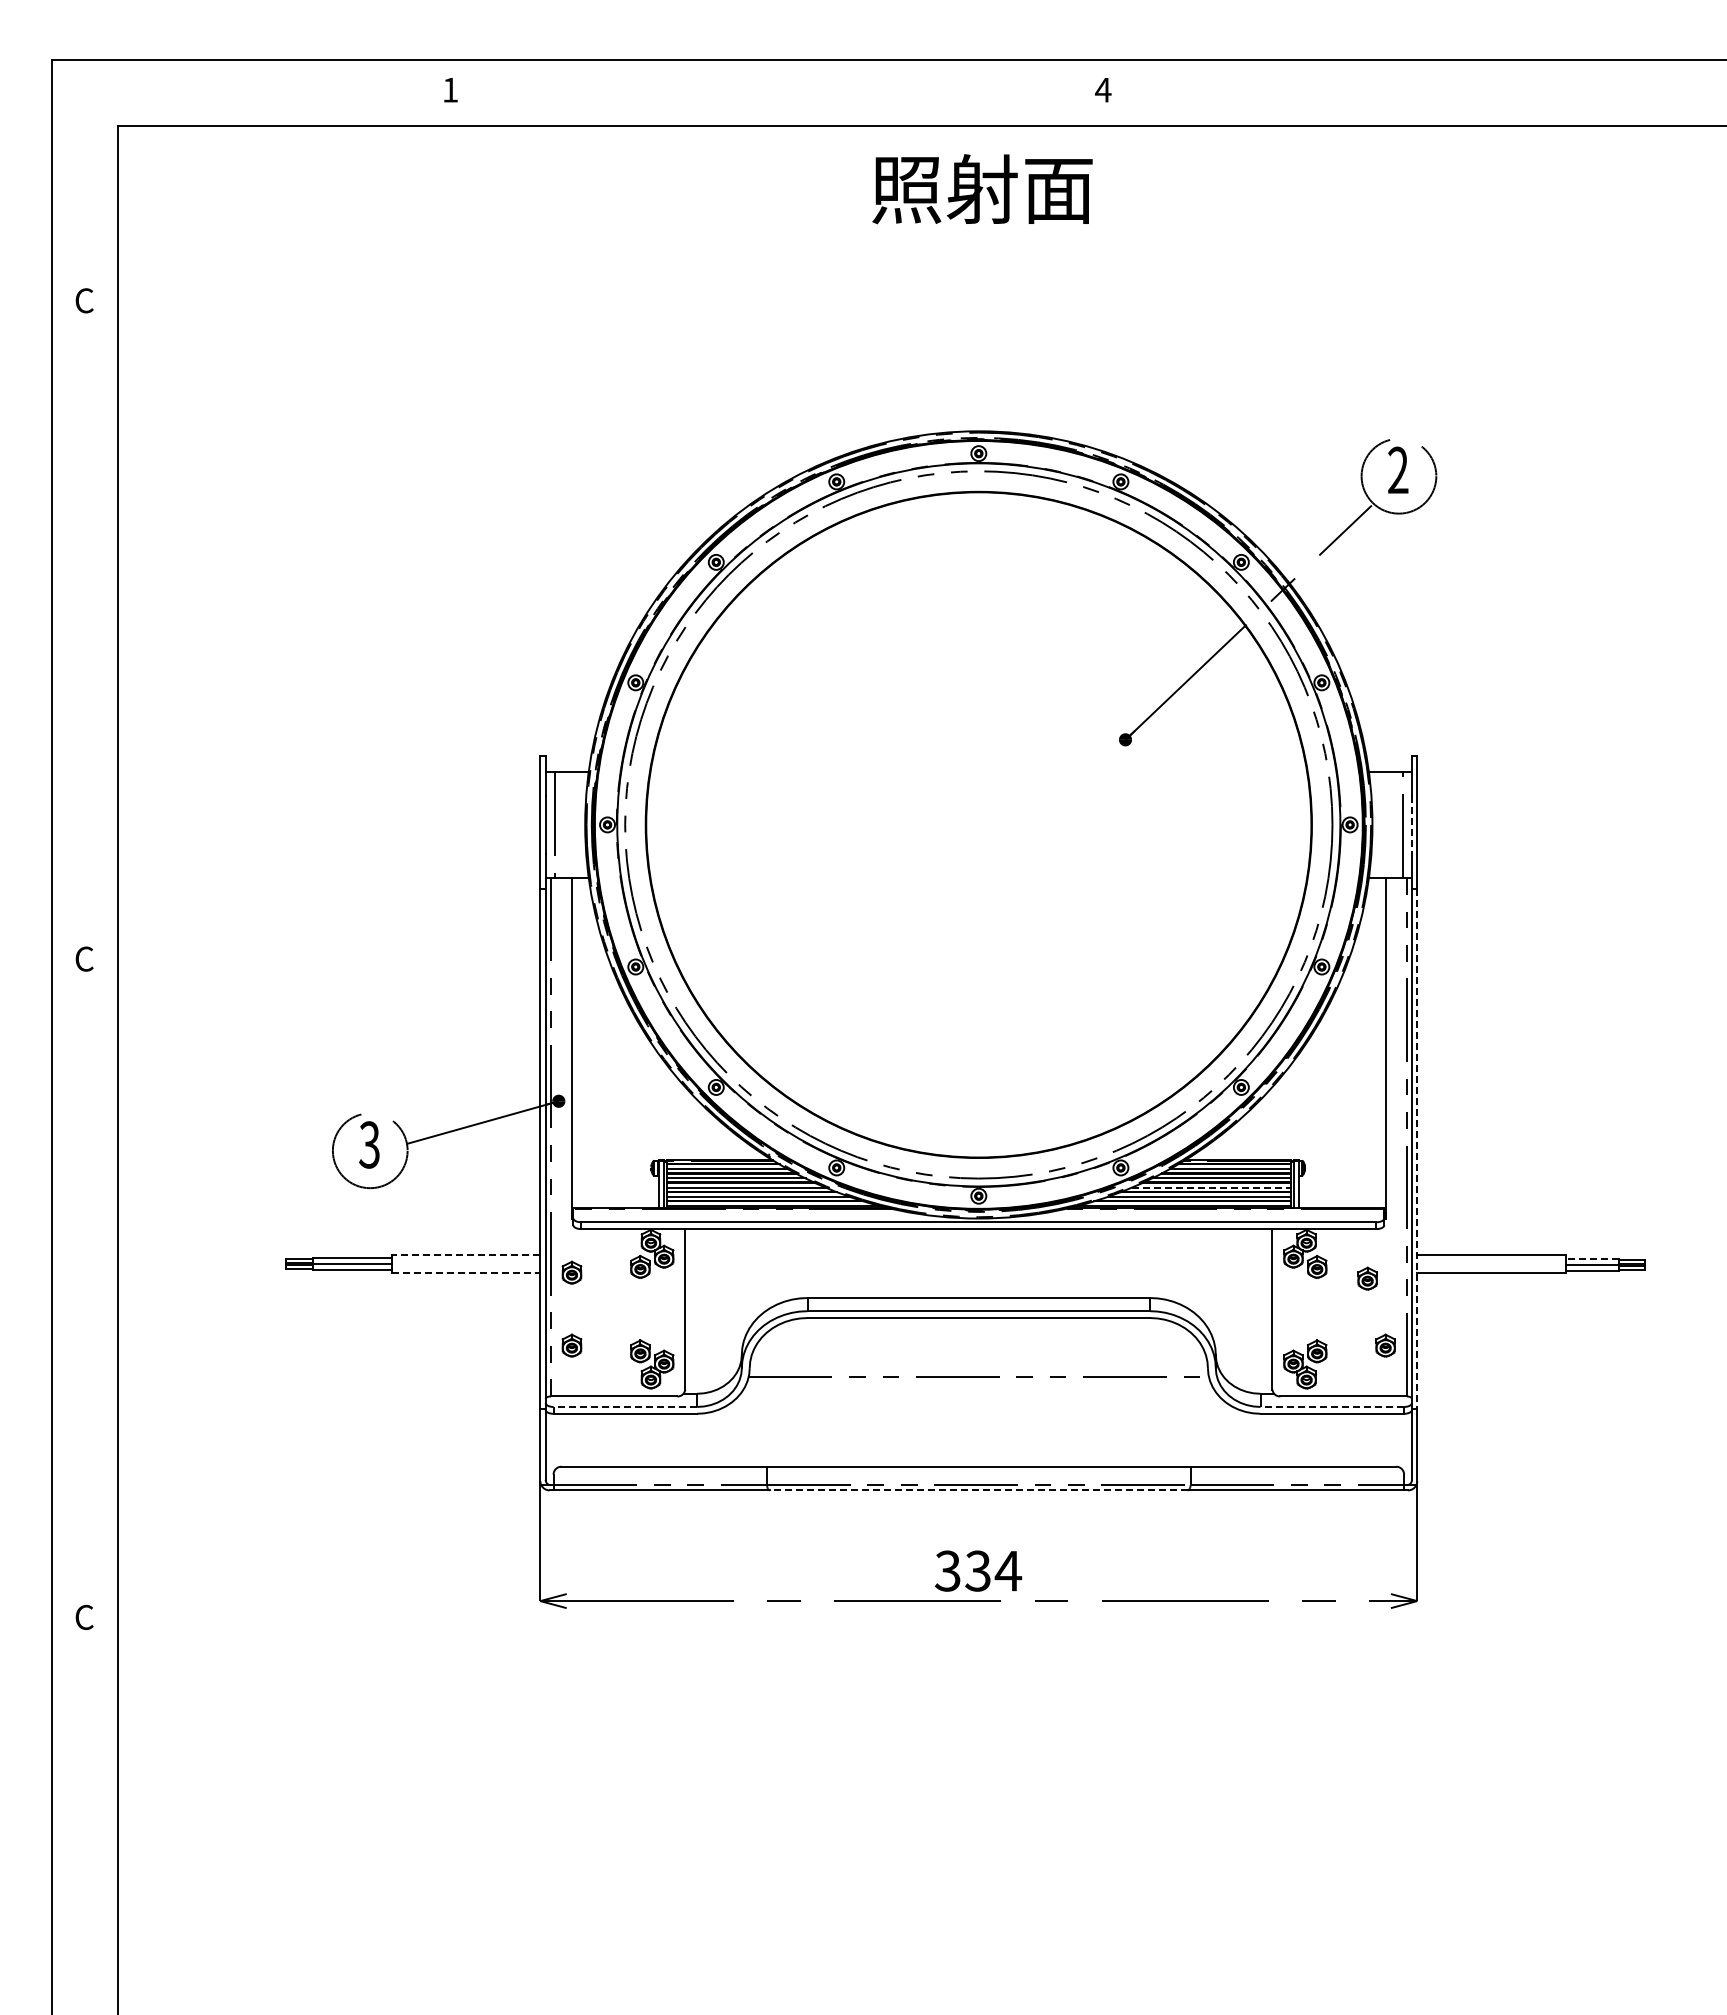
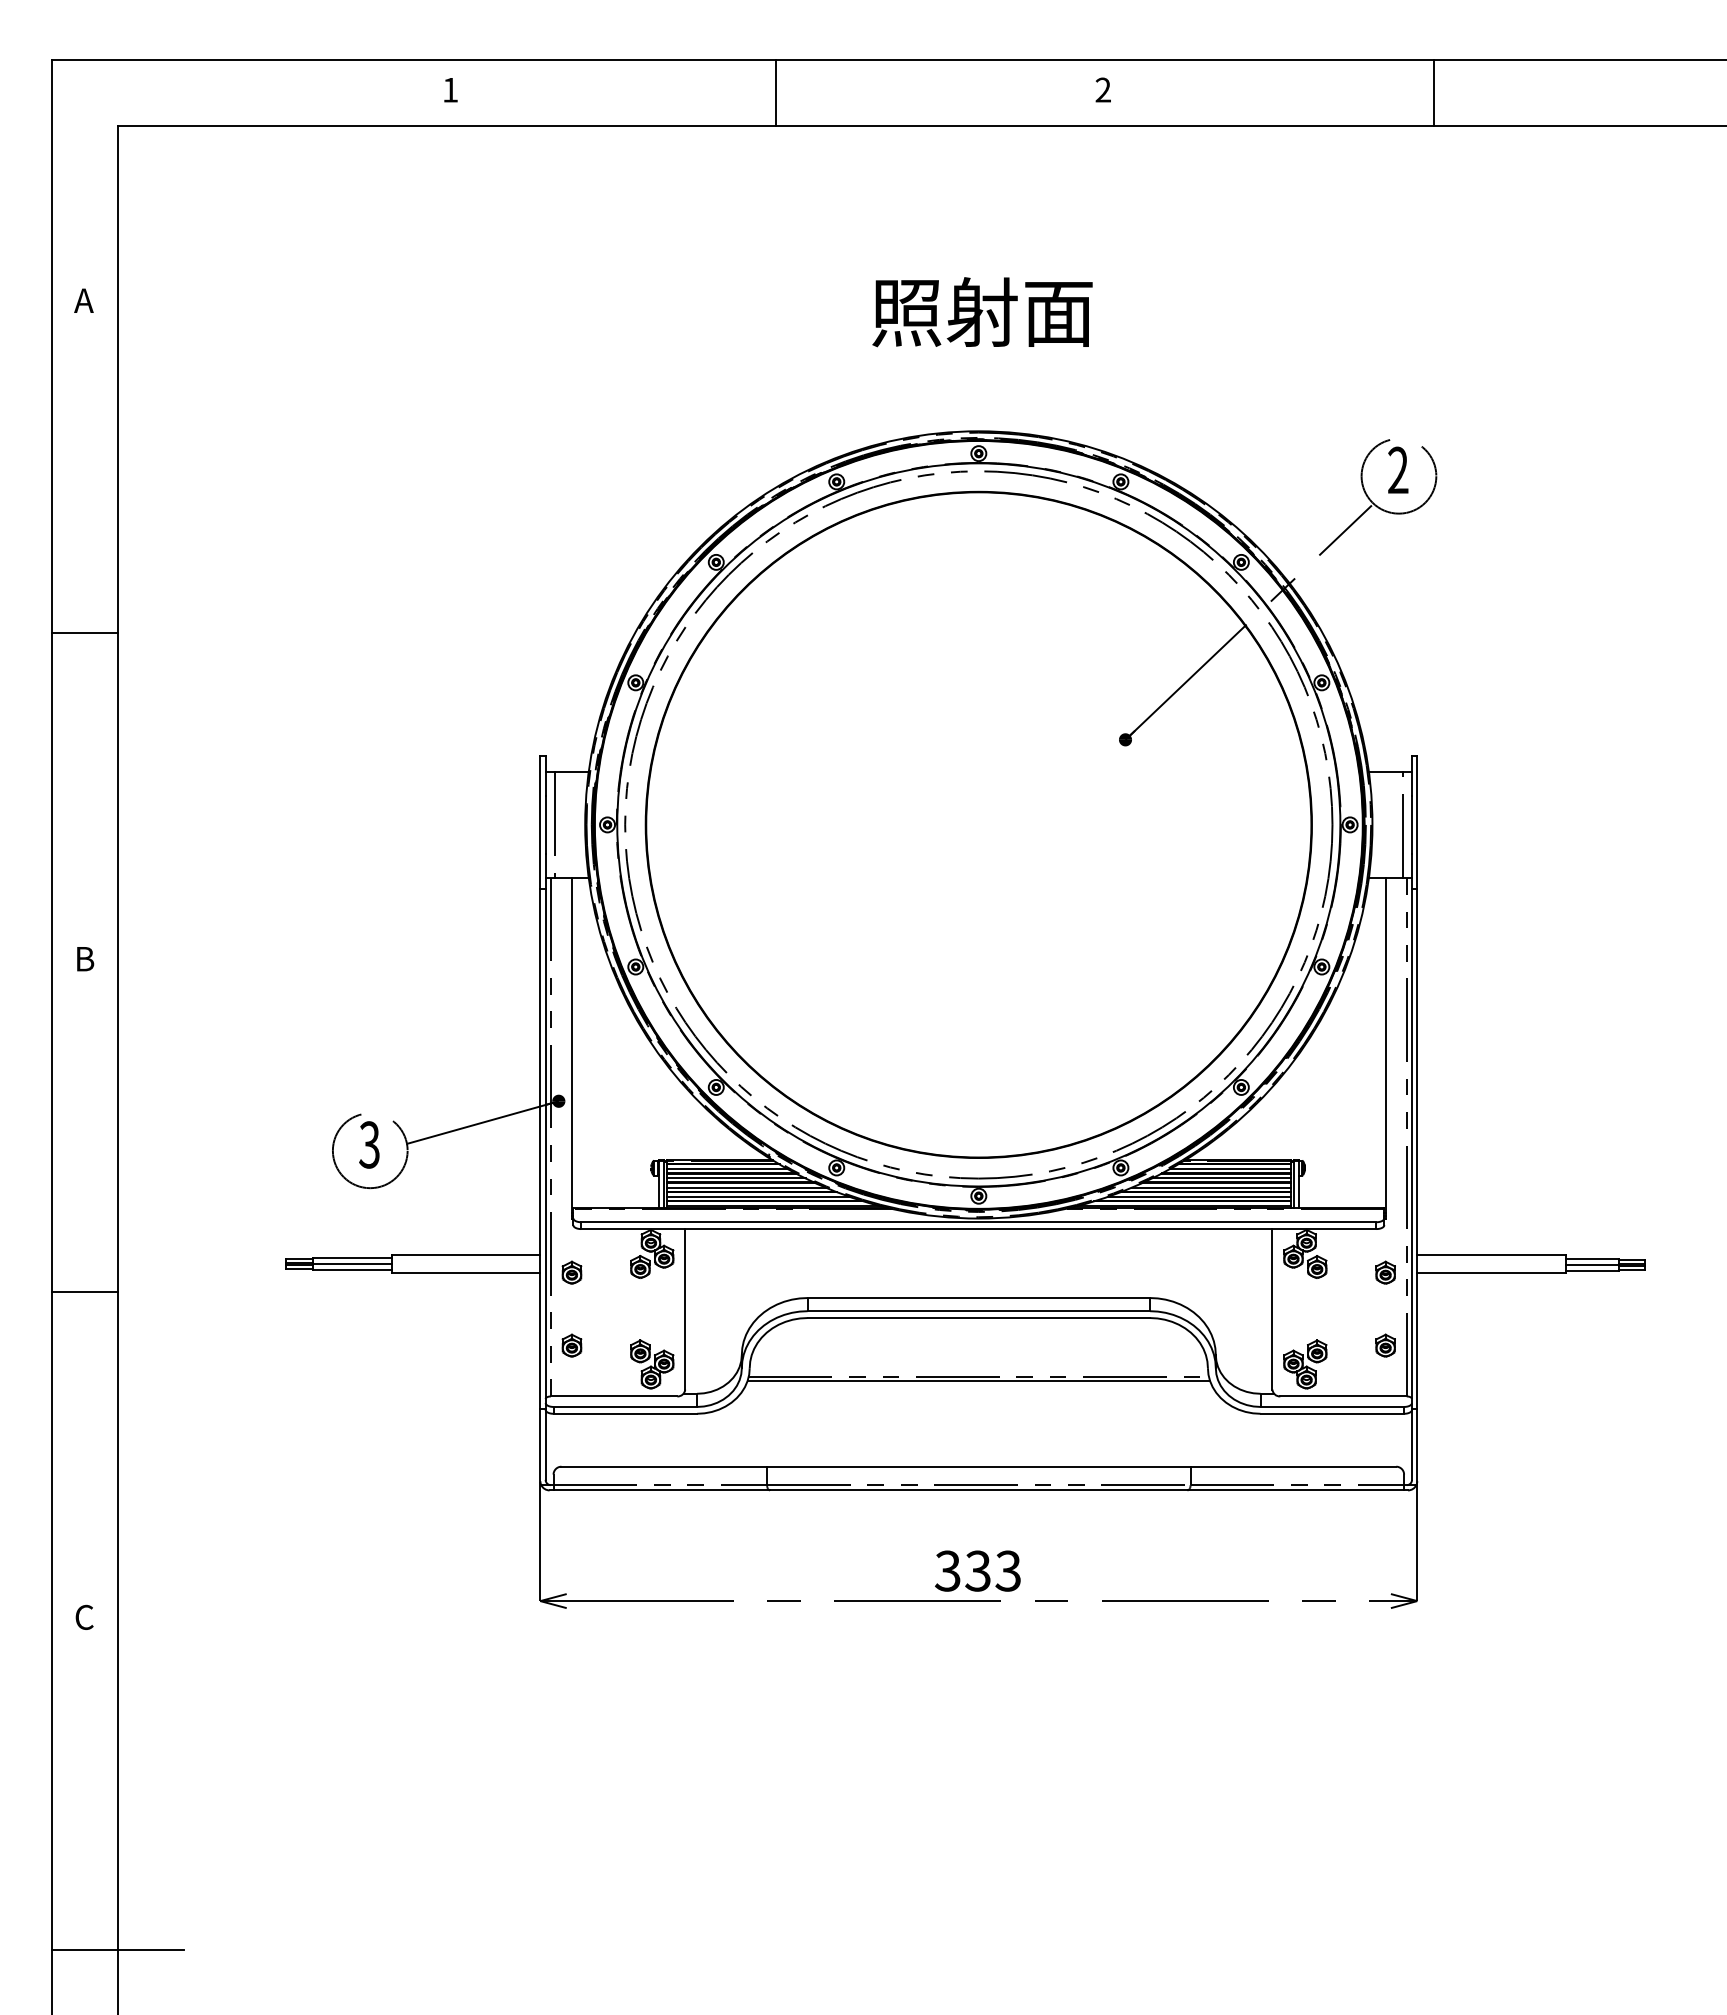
text at (1103, 89): 4 -> 2
line at (776, 93): none -> present
line at (1434, 93): none -> present
text at (982, 189) position: (982, 189) -> (982, 312)
text at (83, 300): C -> A
line at (84, 633): none -> present
line at (1412, 825): dashed -> solid
text at (84, 958): C -> B
line at (1417, 1149): dashed -> solid
line at (1211, 1187): dashed -> solid
line at (465, 1254): dashed -> solid
line at (1591, 1258): dashed -> solid
line at (466, 1272): dashed -> solid
part at (1367, 1278) position: (1367, 1278) -> (1385, 1272)
line at (84, 1291): none -> present
line at (978, 1380): none -> present
line at (625, 1406): dashed -> solid
line at (1332, 1406): dashed -> solid
line at (978, 1490): dashed -> solid
text at (1008, 1570): 334 -> 333
line at (117, 1949): none -> present
